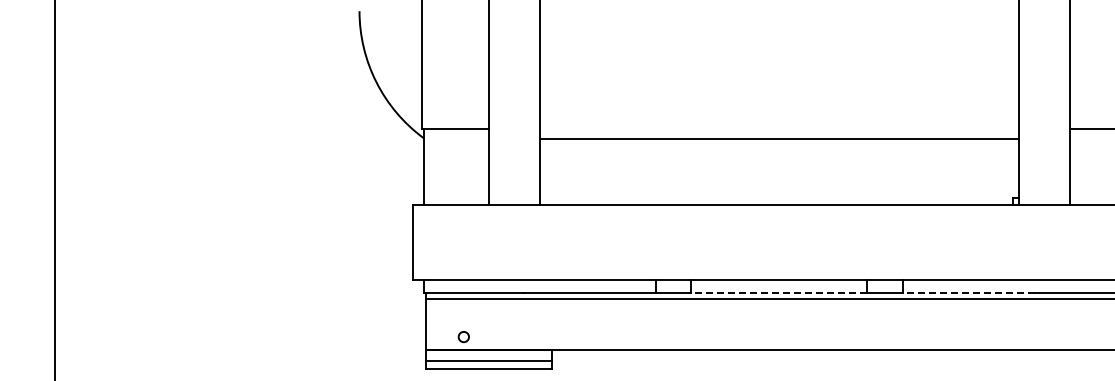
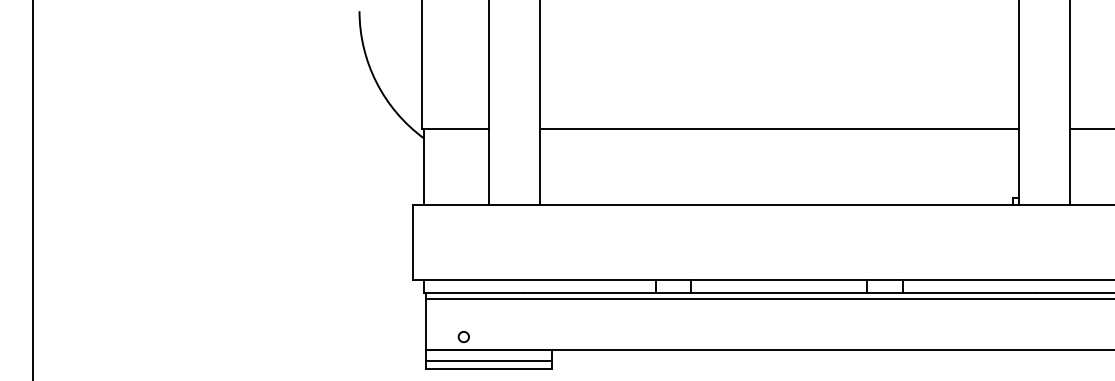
line at (779, 138) position: (779, 138) -> (779, 128)
line at (55, 189) position: (55, 189) -> (33, 189)
line at (778, 292): dashed -> solid
line at (968, 292): dashed -> solid
